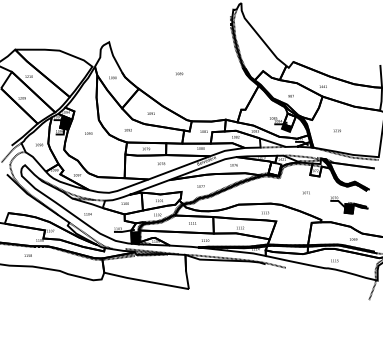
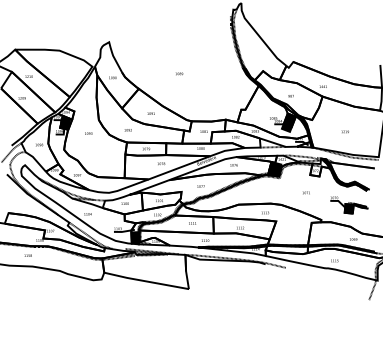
fill at (289, 120): none -> present
text at (336, 130) position: (336, 130) -> (344, 131)
fill at (274, 169): none -> present
